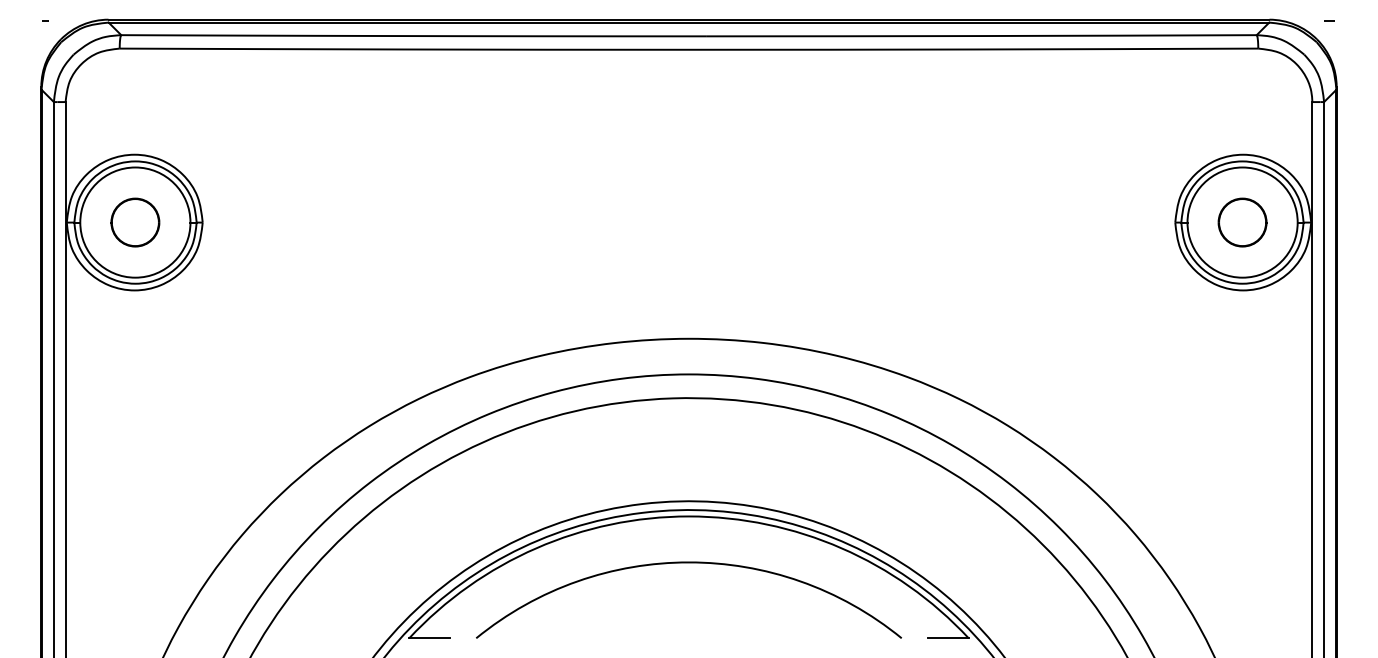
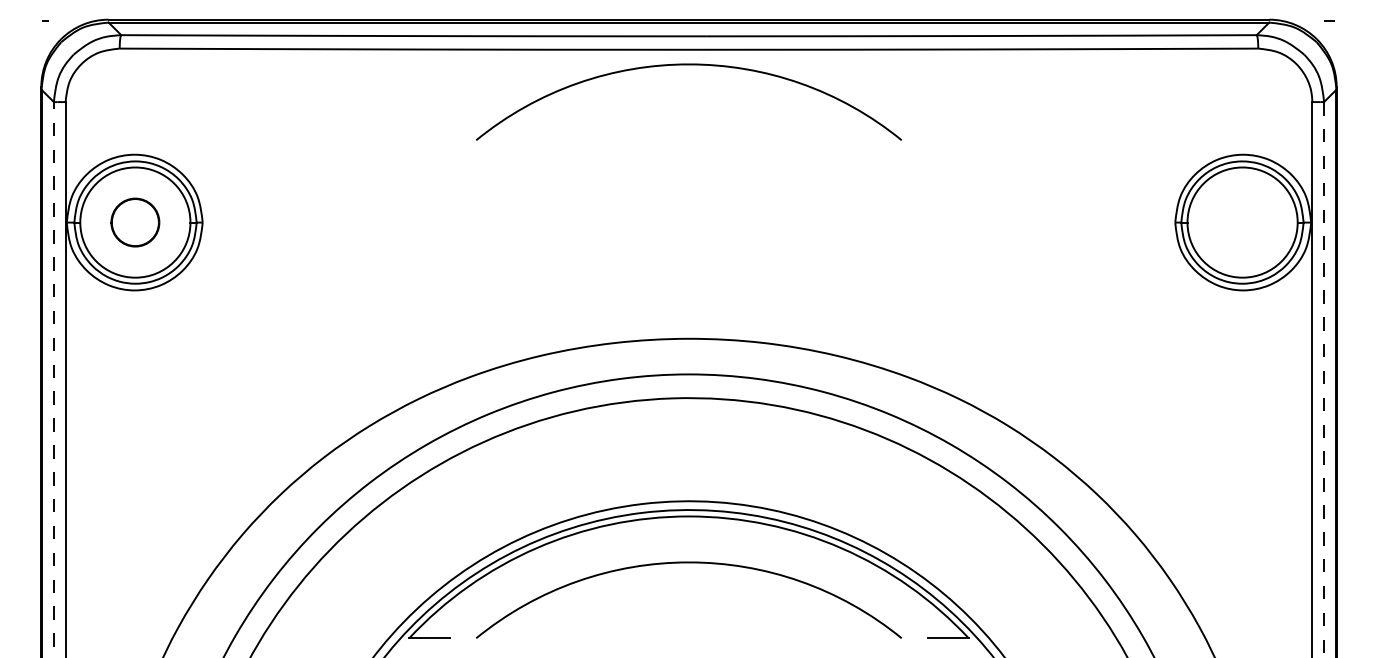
arc at (688, 65): none -> present
part at (1242, 222): present -> none
line at (53, 379): solid -> dashed
line at (1324, 380): solid -> dashed
